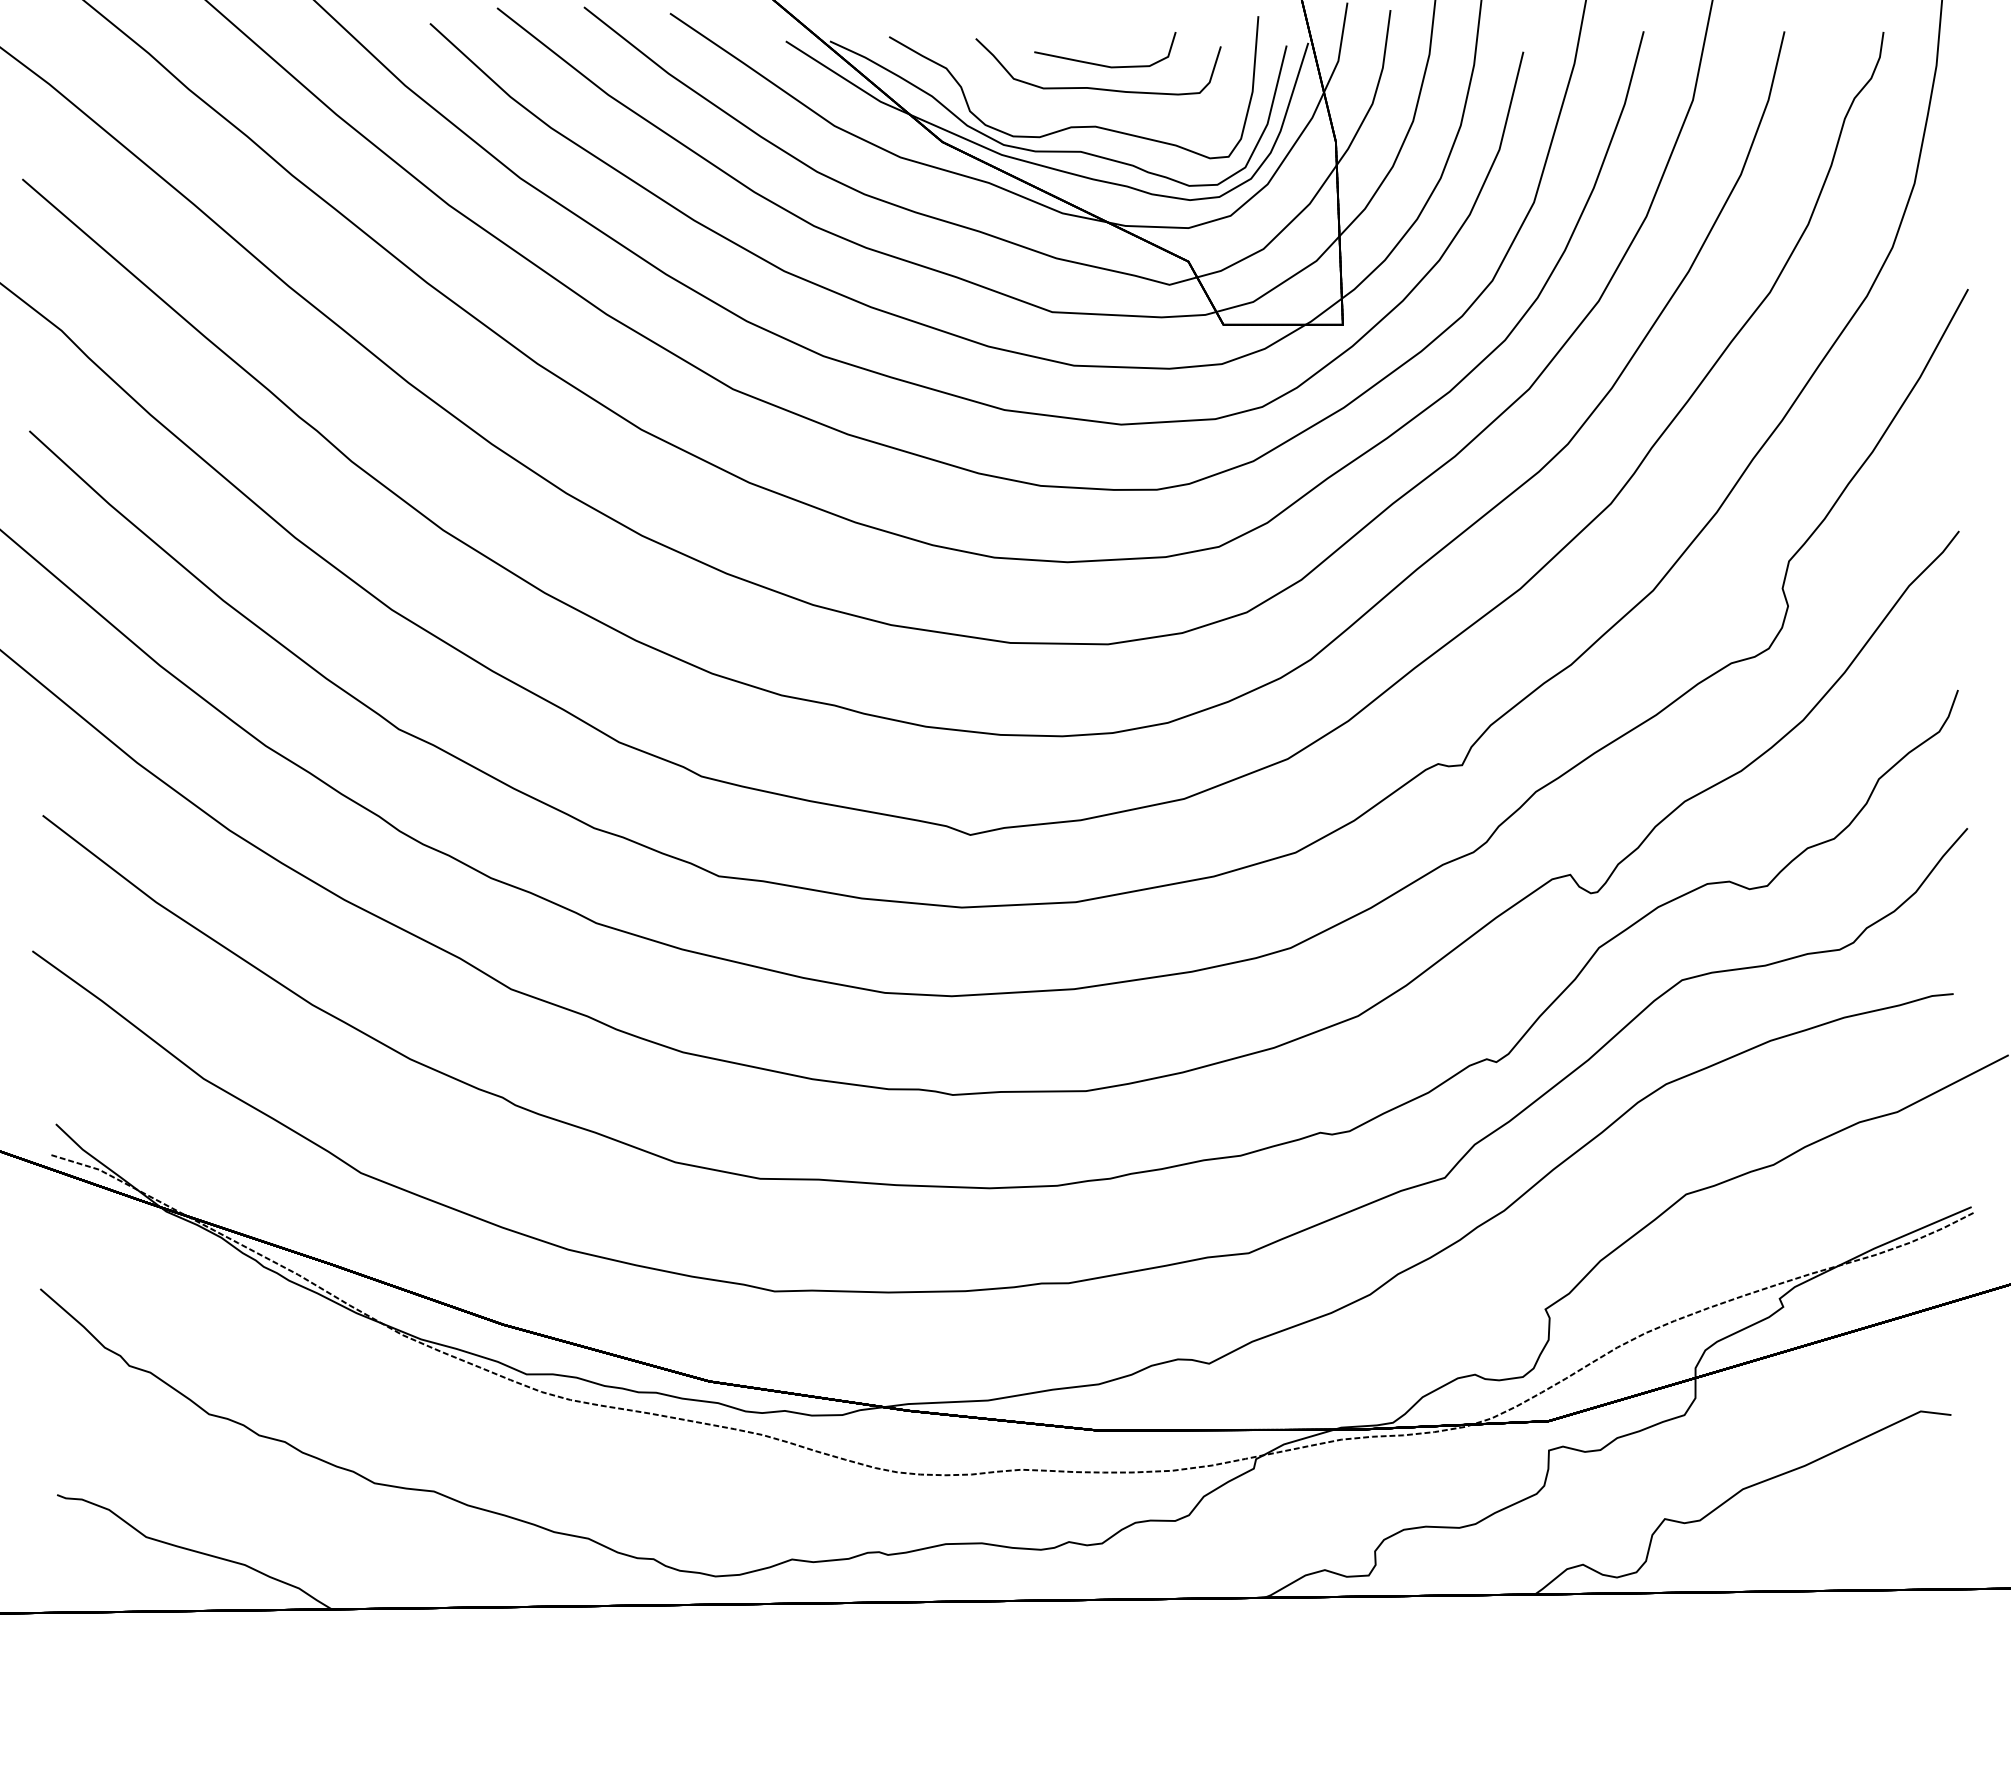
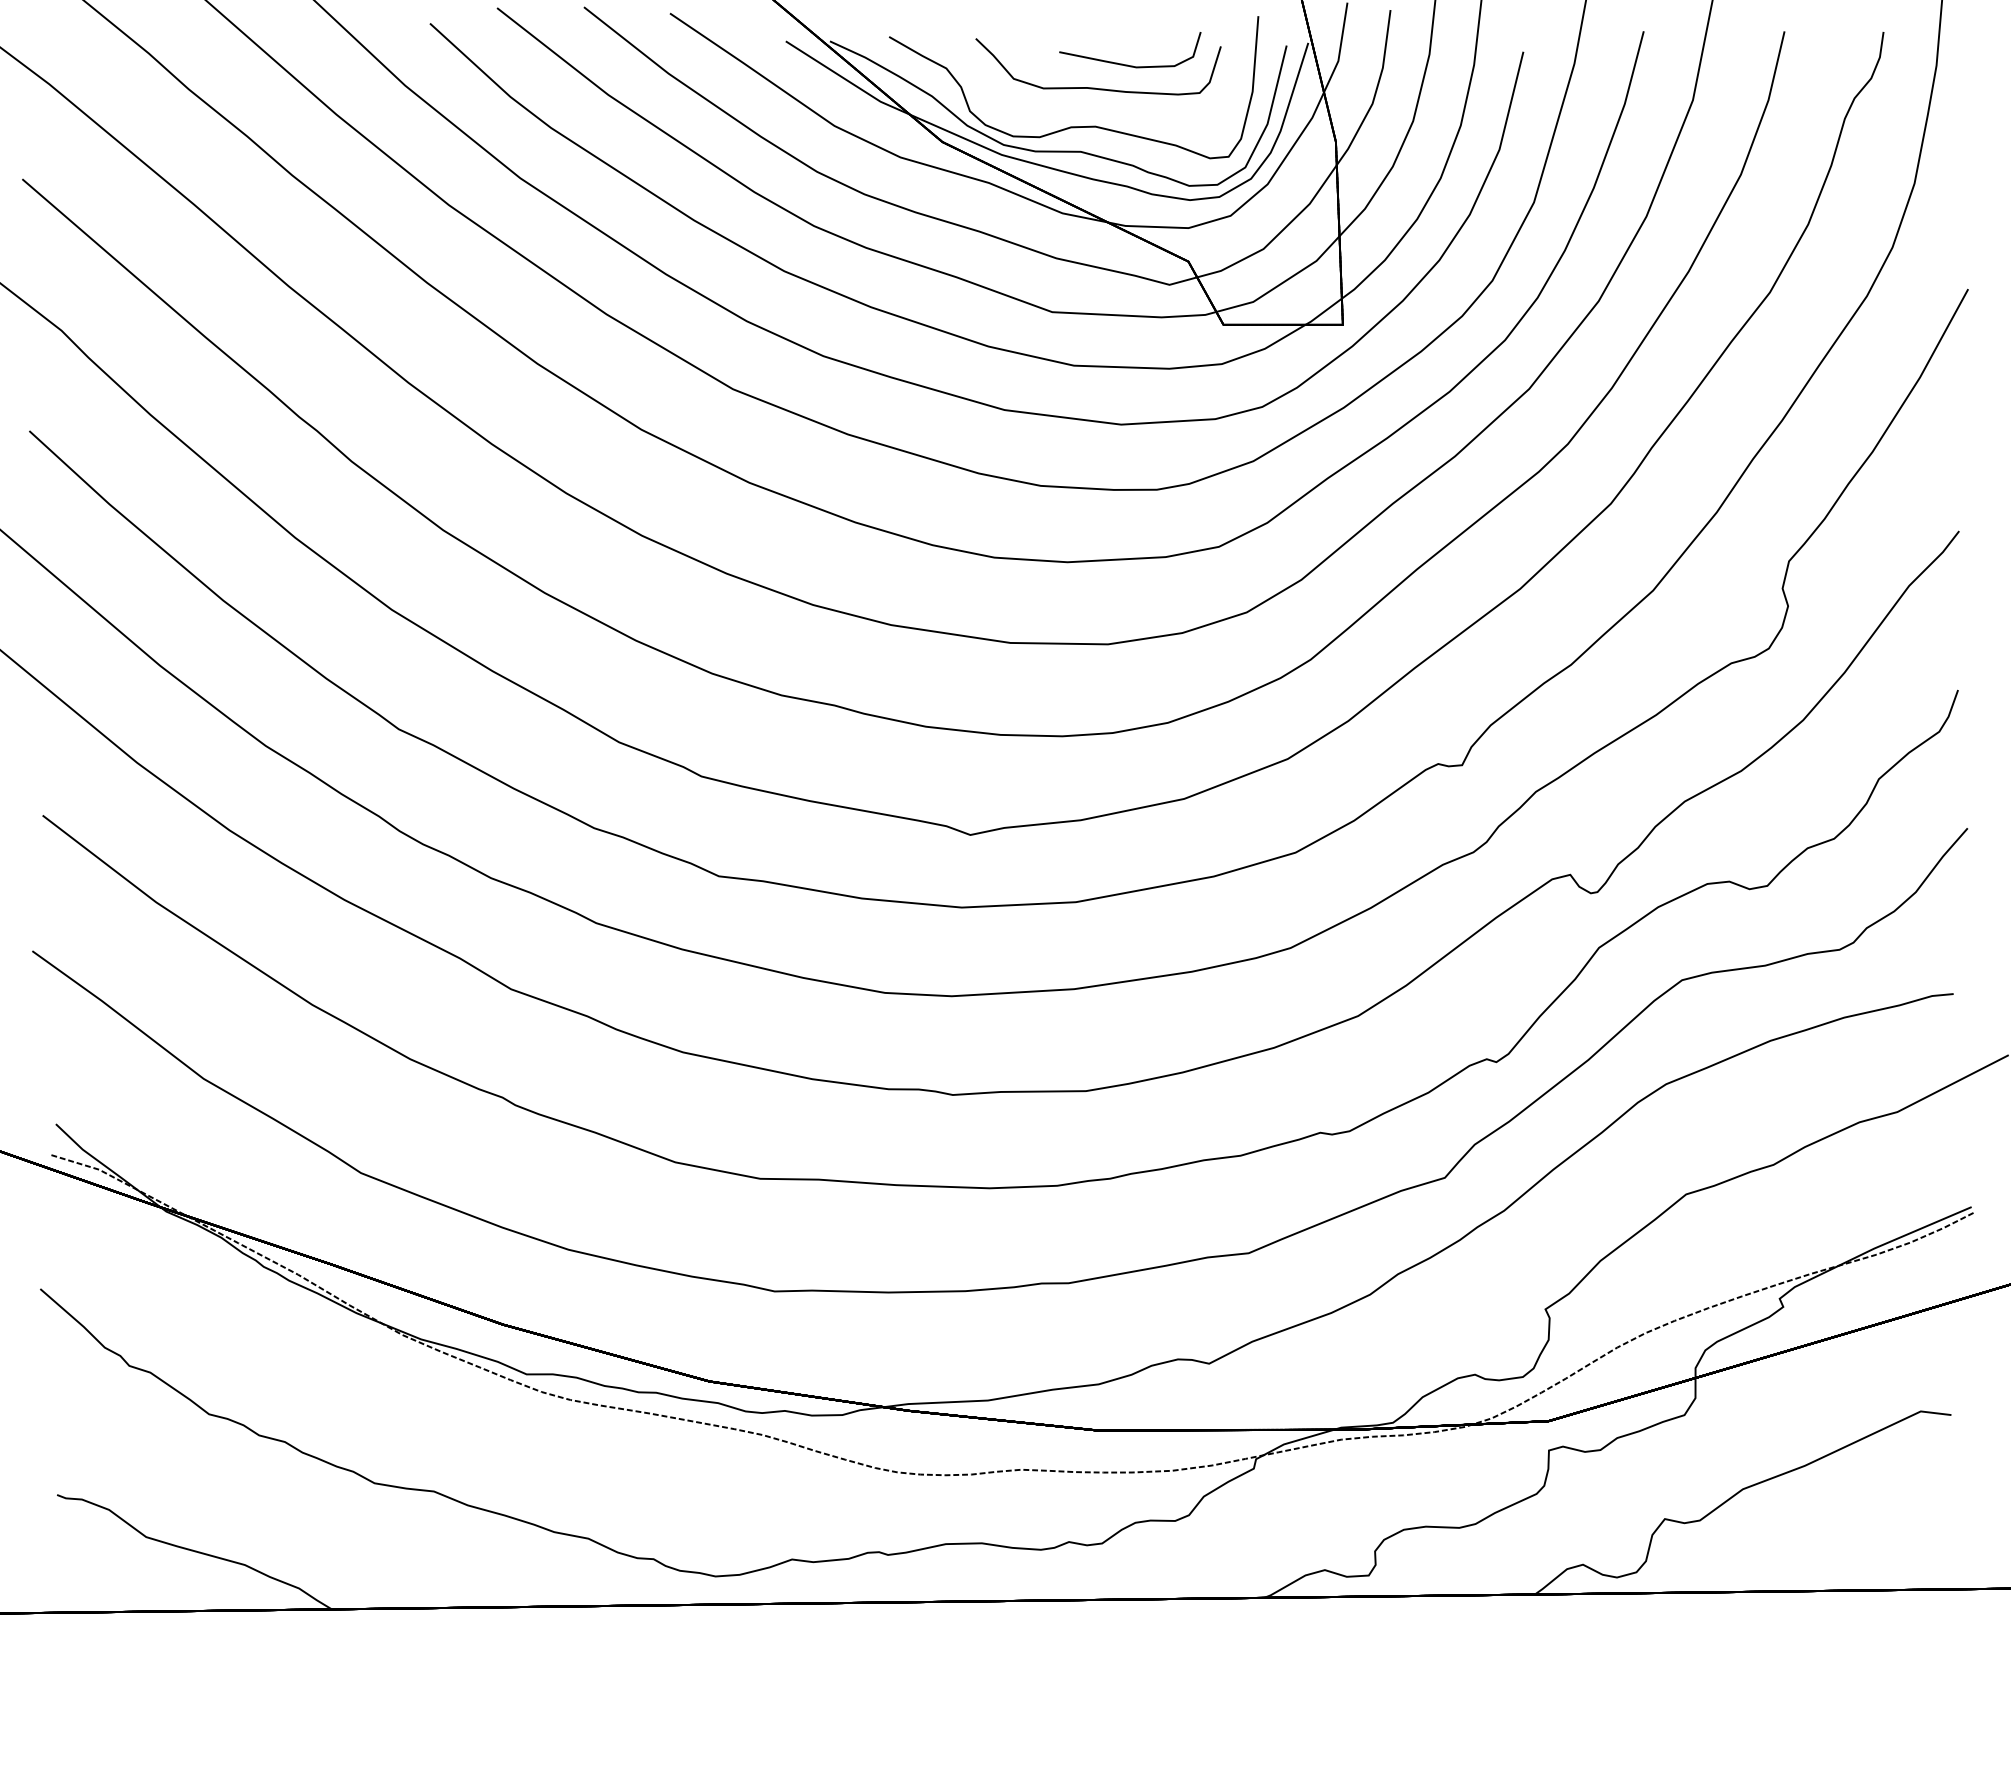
curve at (1102, 64) position: (1102, 64) -> (1127, 64)
